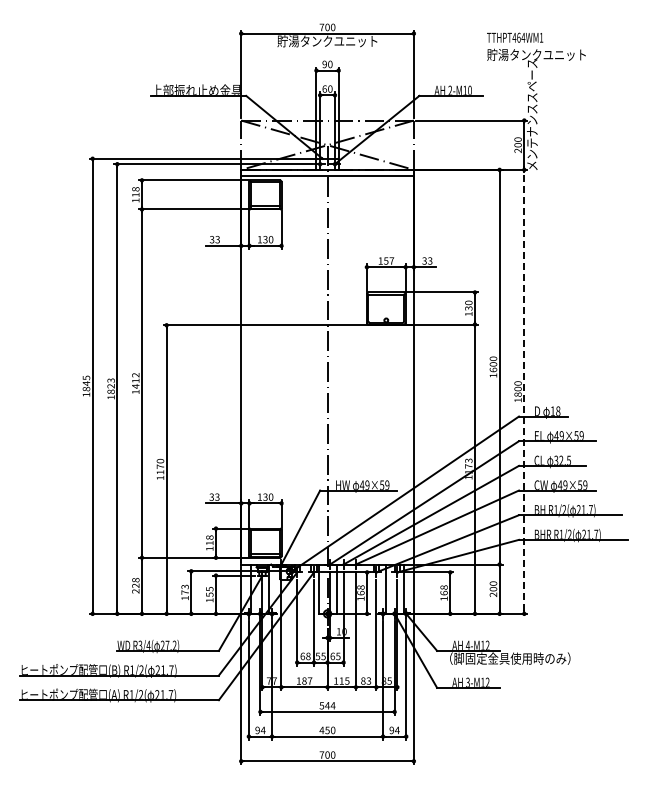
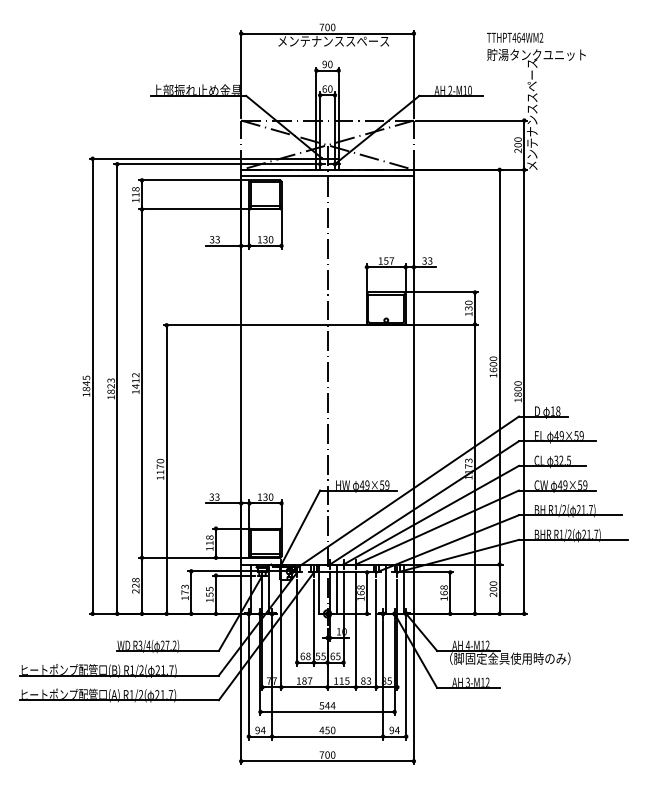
text at (540, 37): TTHPT464WM1 -> TTHPT464WM2
text at (333, 41): 貯湯タンクユニット -> メンテナンススペース
line at (524, 391): dashed -> solid
